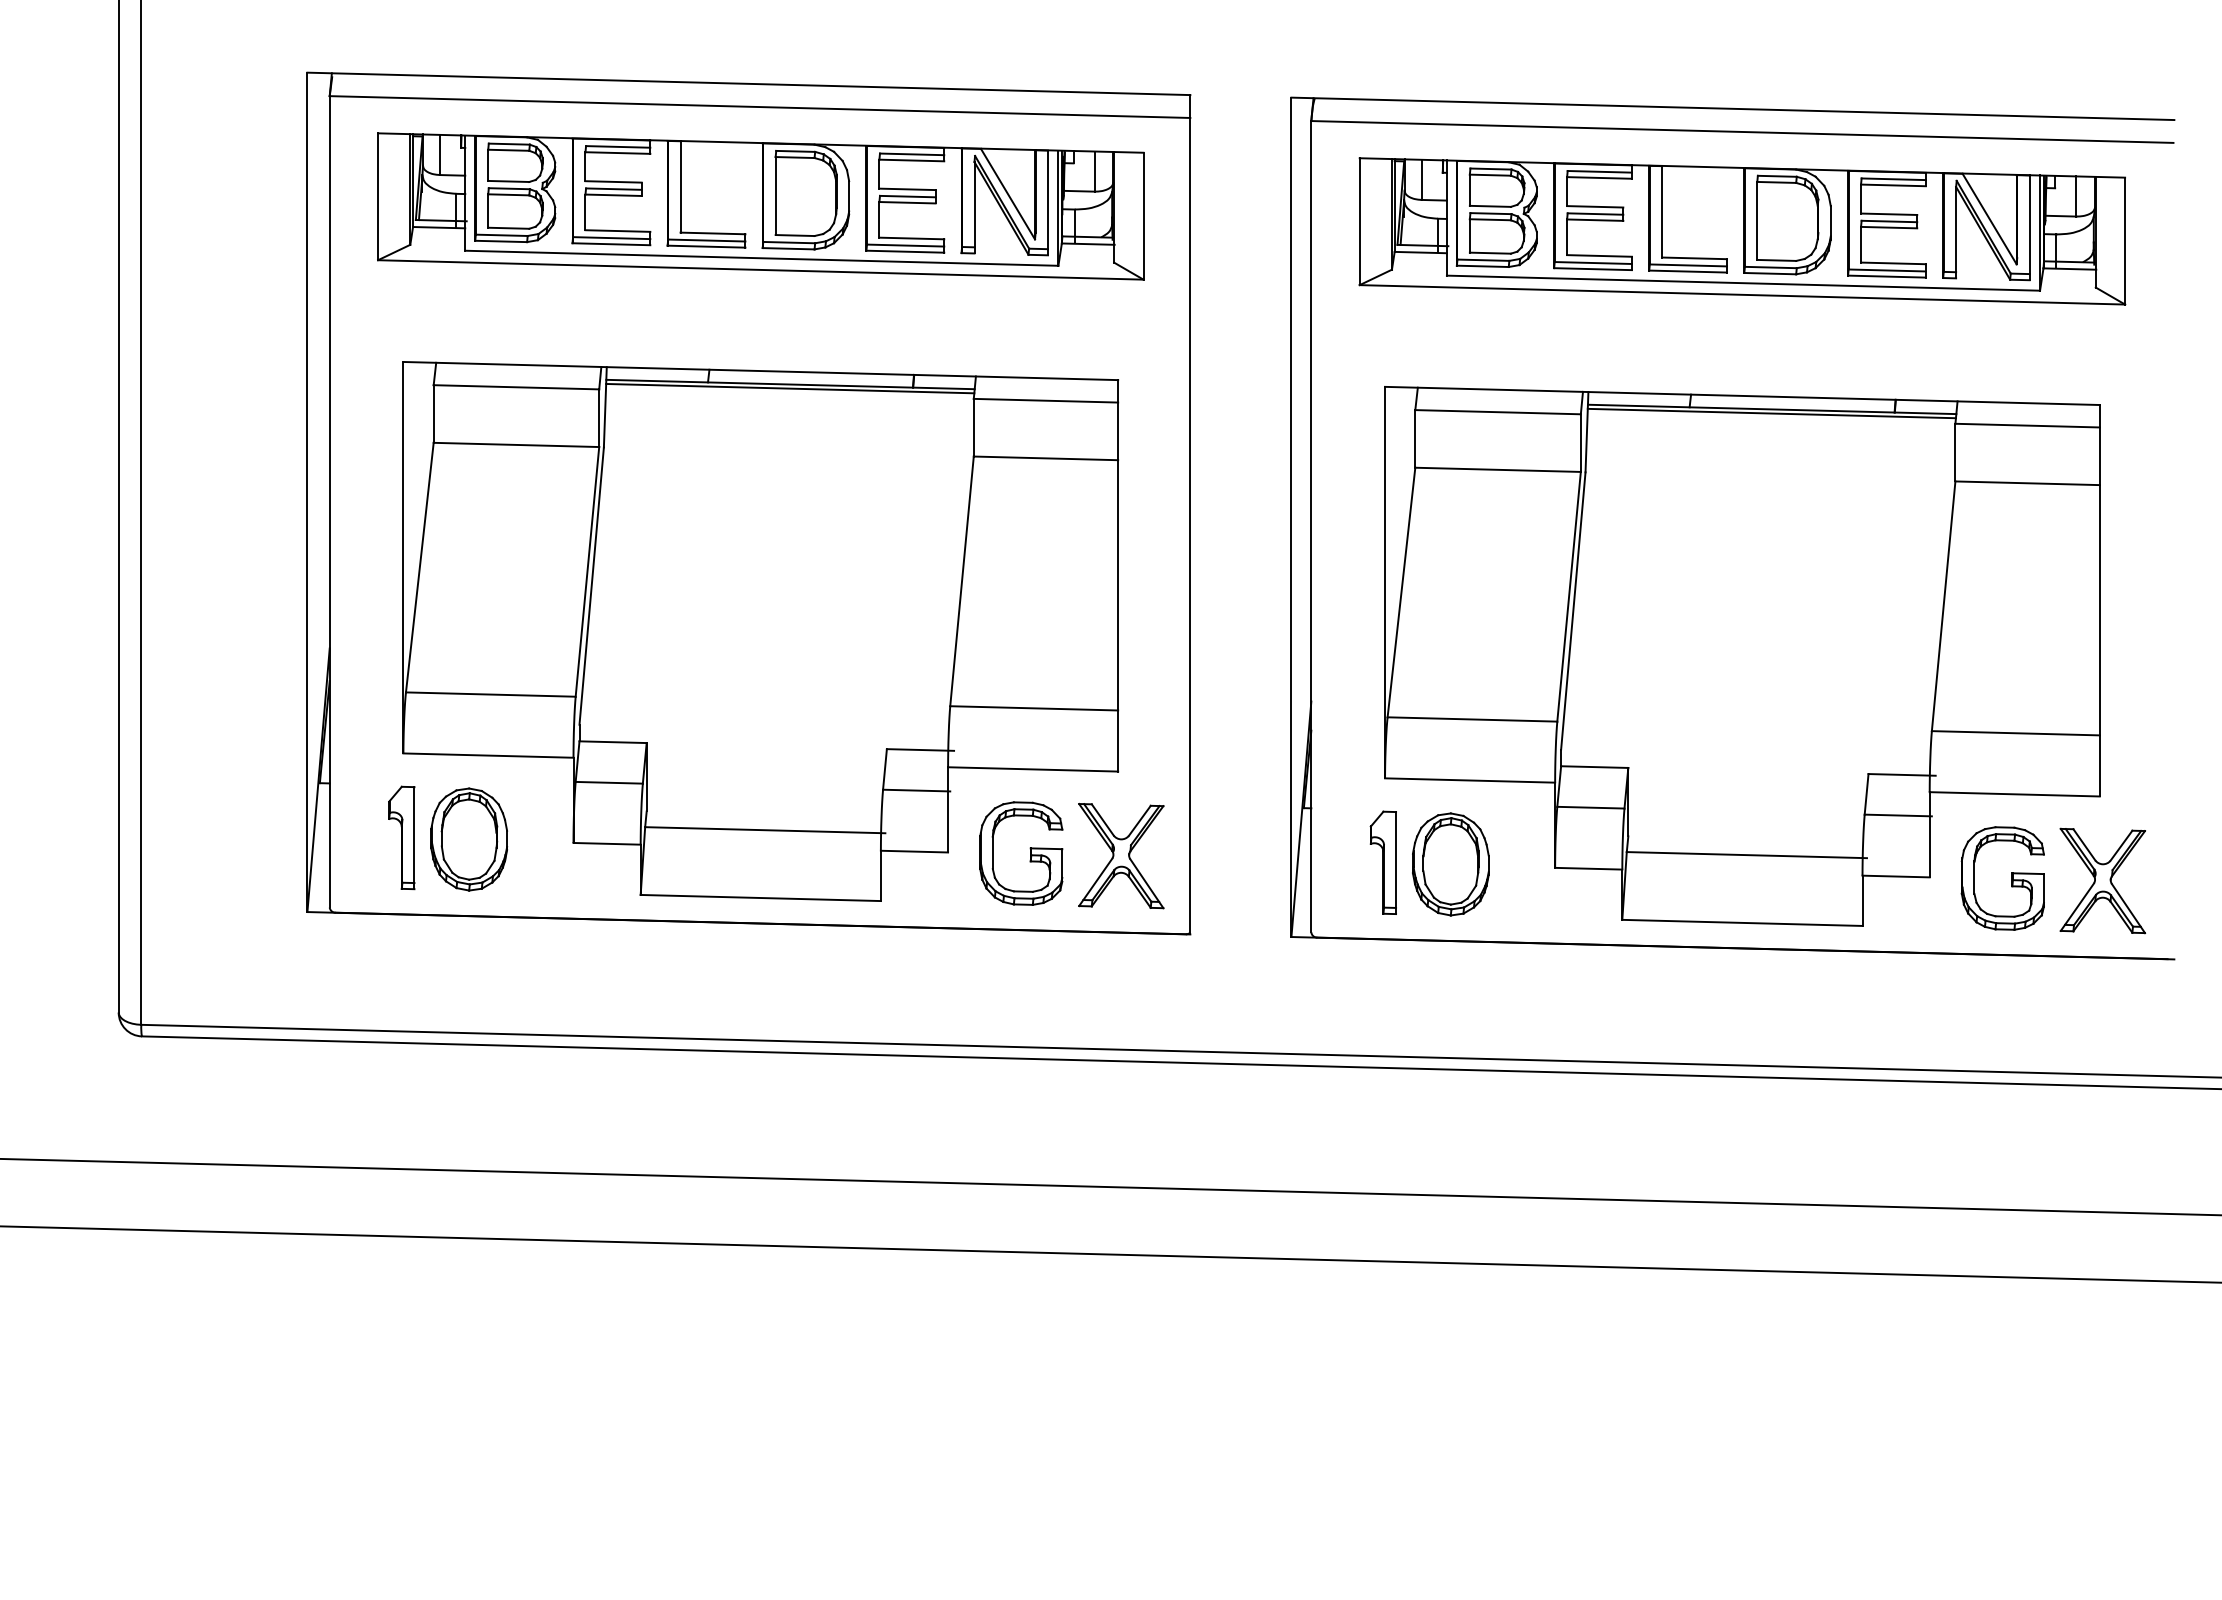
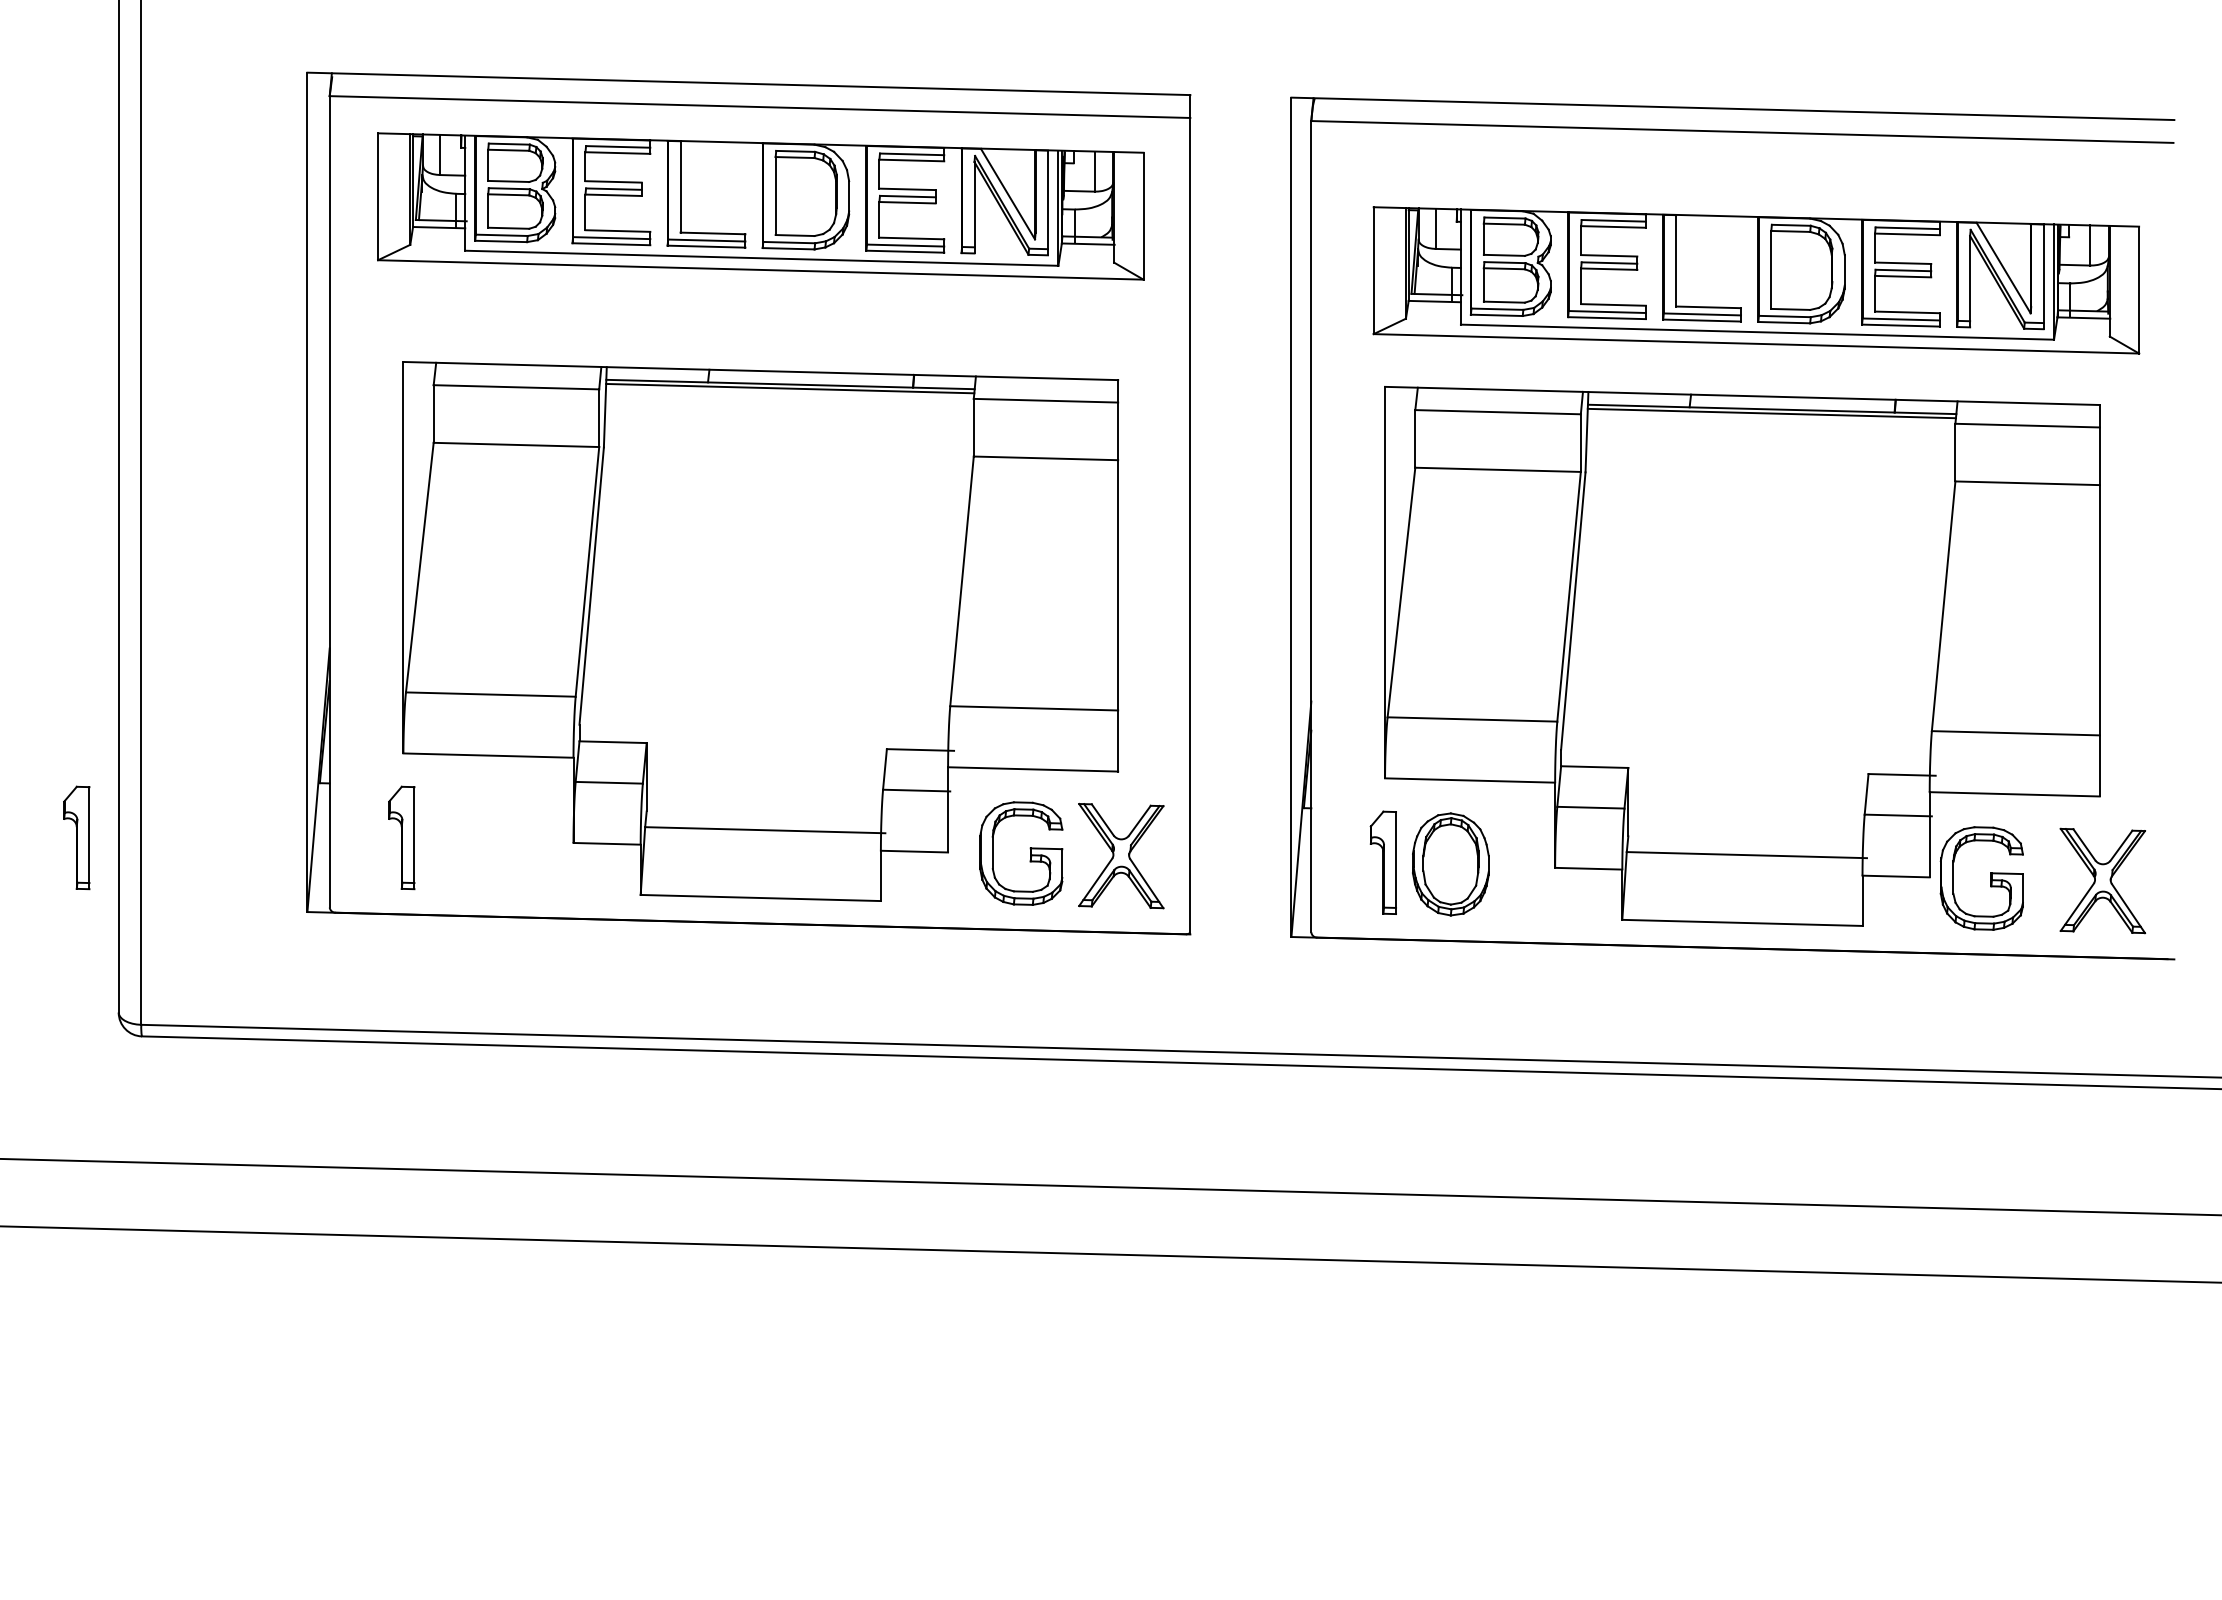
part at (1742, 231) position: (1742, 231) -> (1756, 280)
part at (76, 837): none -> present
part at (468, 839): present -> none
part at (2011, 878) position: (2011, 878) -> (1990, 878)
